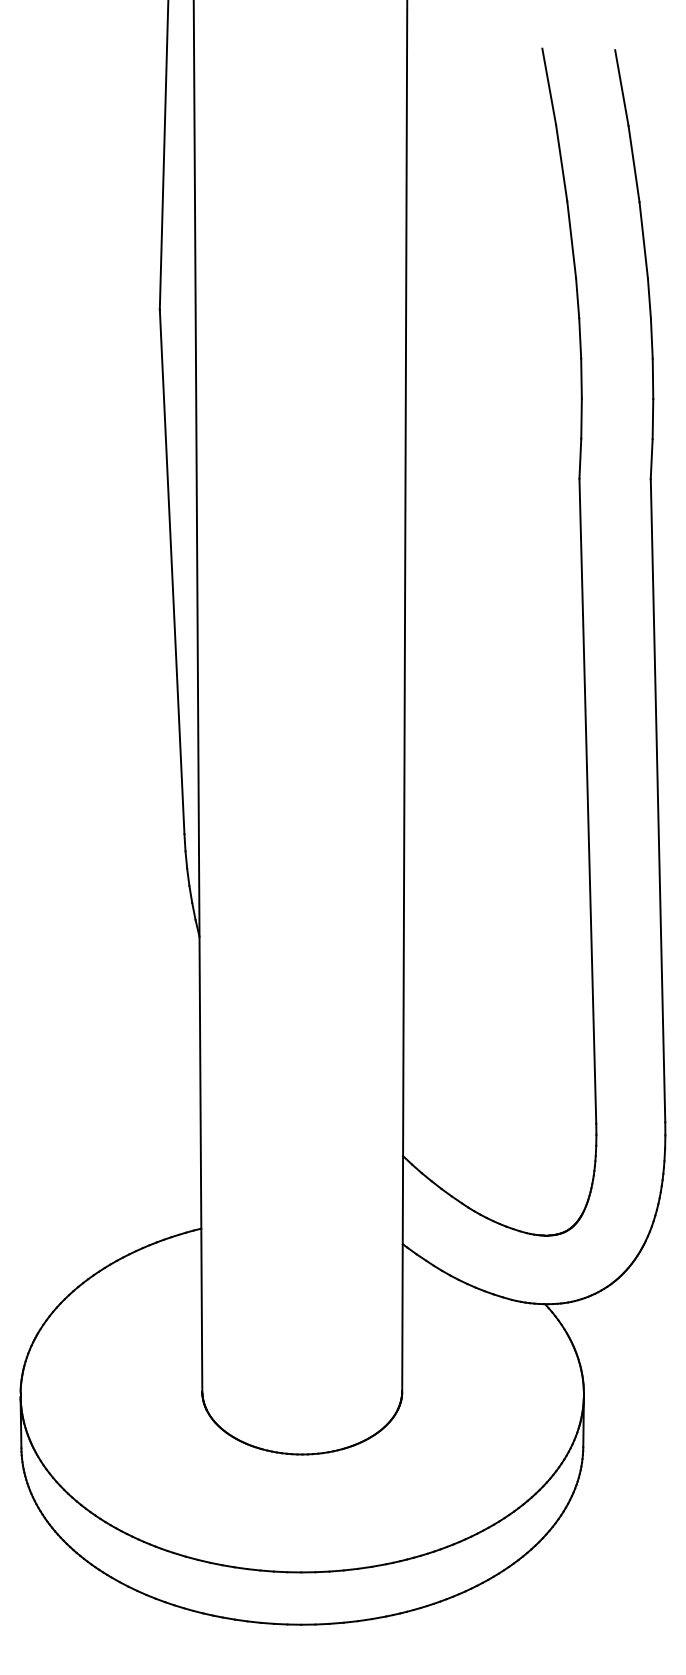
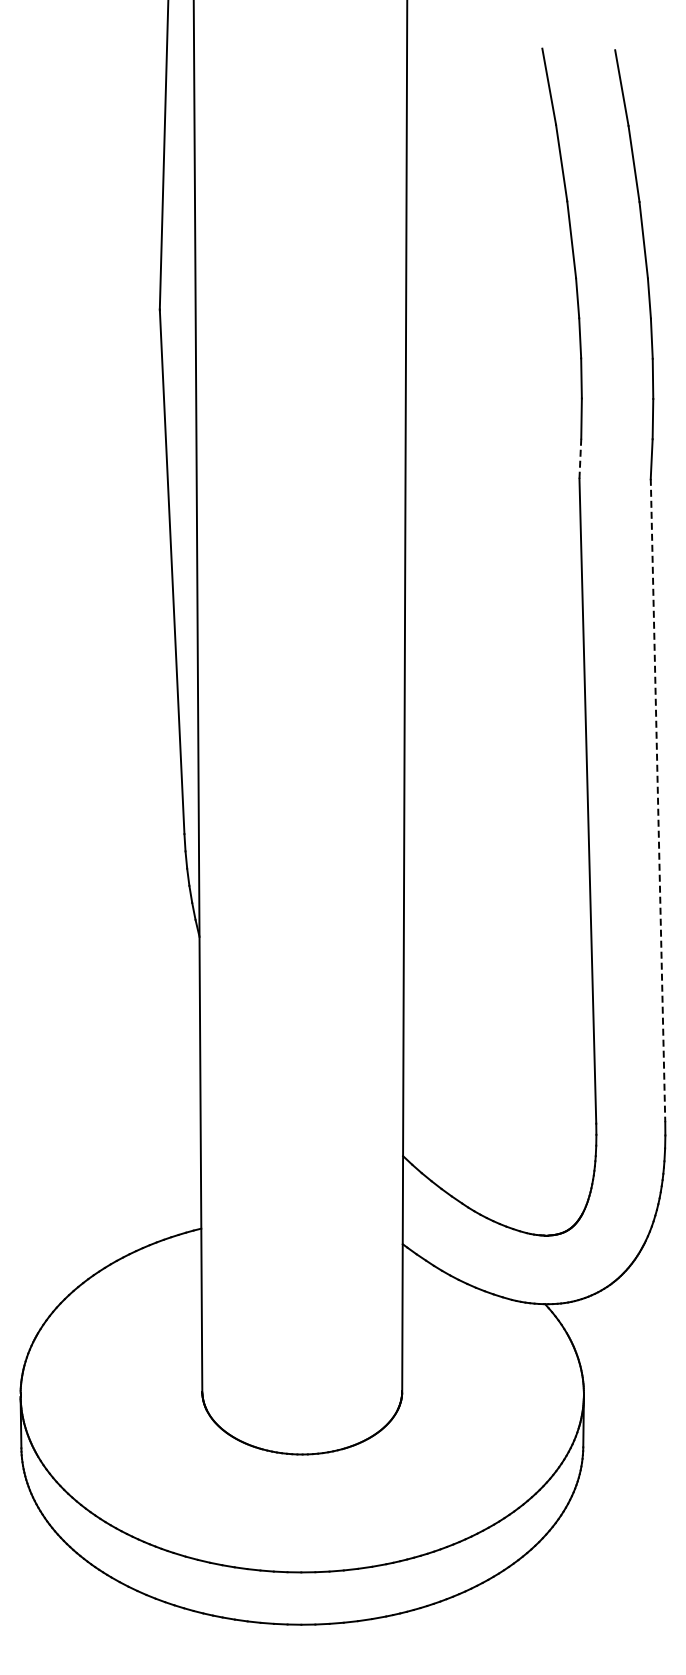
line at (580, 458): solid -> dashed
line at (658, 800): solid -> dashed
